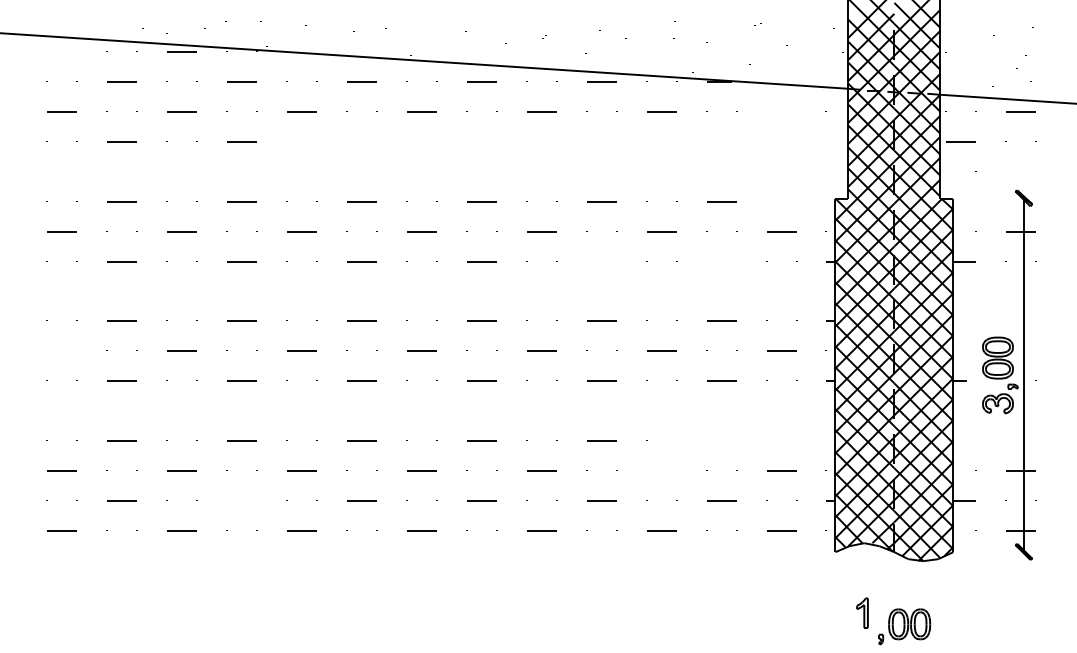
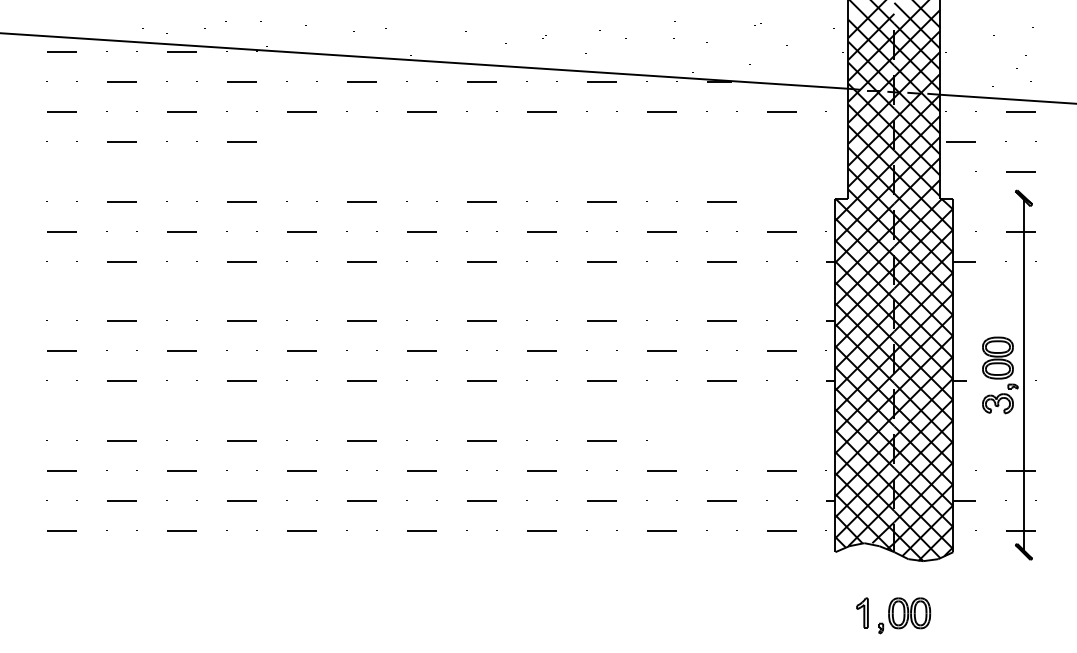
line at (61, 51): none -> present
line at (781, 111): none -> present
line at (1020, 171): none -> present
line at (601, 261): none -> present
line at (721, 261): none -> present
line at (61, 350): none -> present
line at (661, 470): none -> present
line at (241, 500): none -> present
part at (904, 626) position: (904, 626) -> (904, 615)
